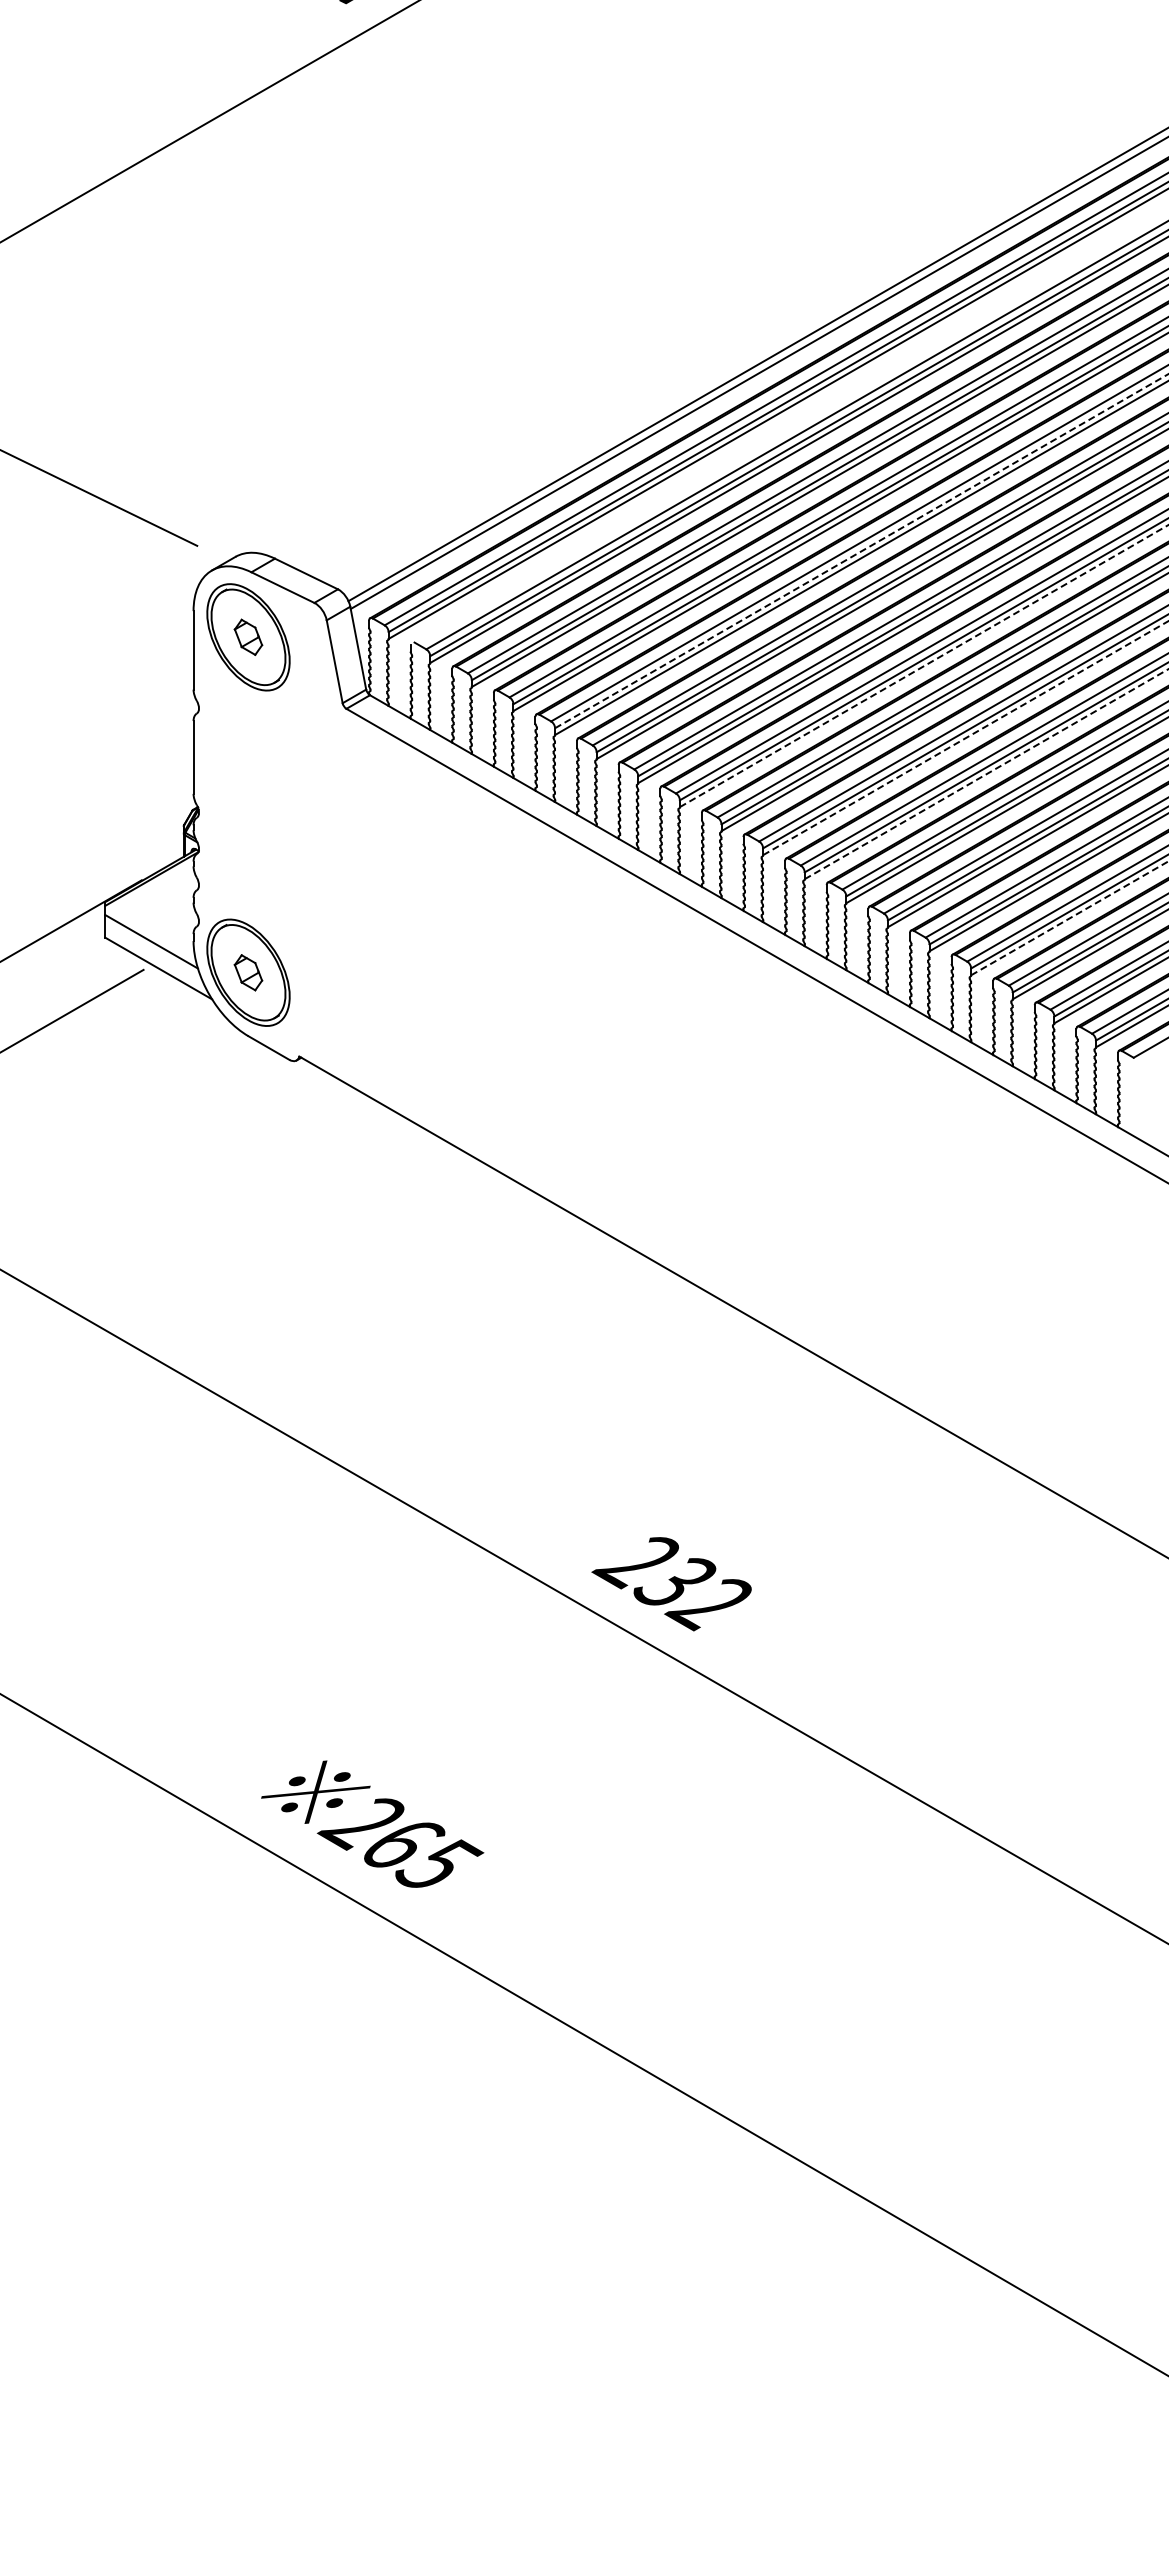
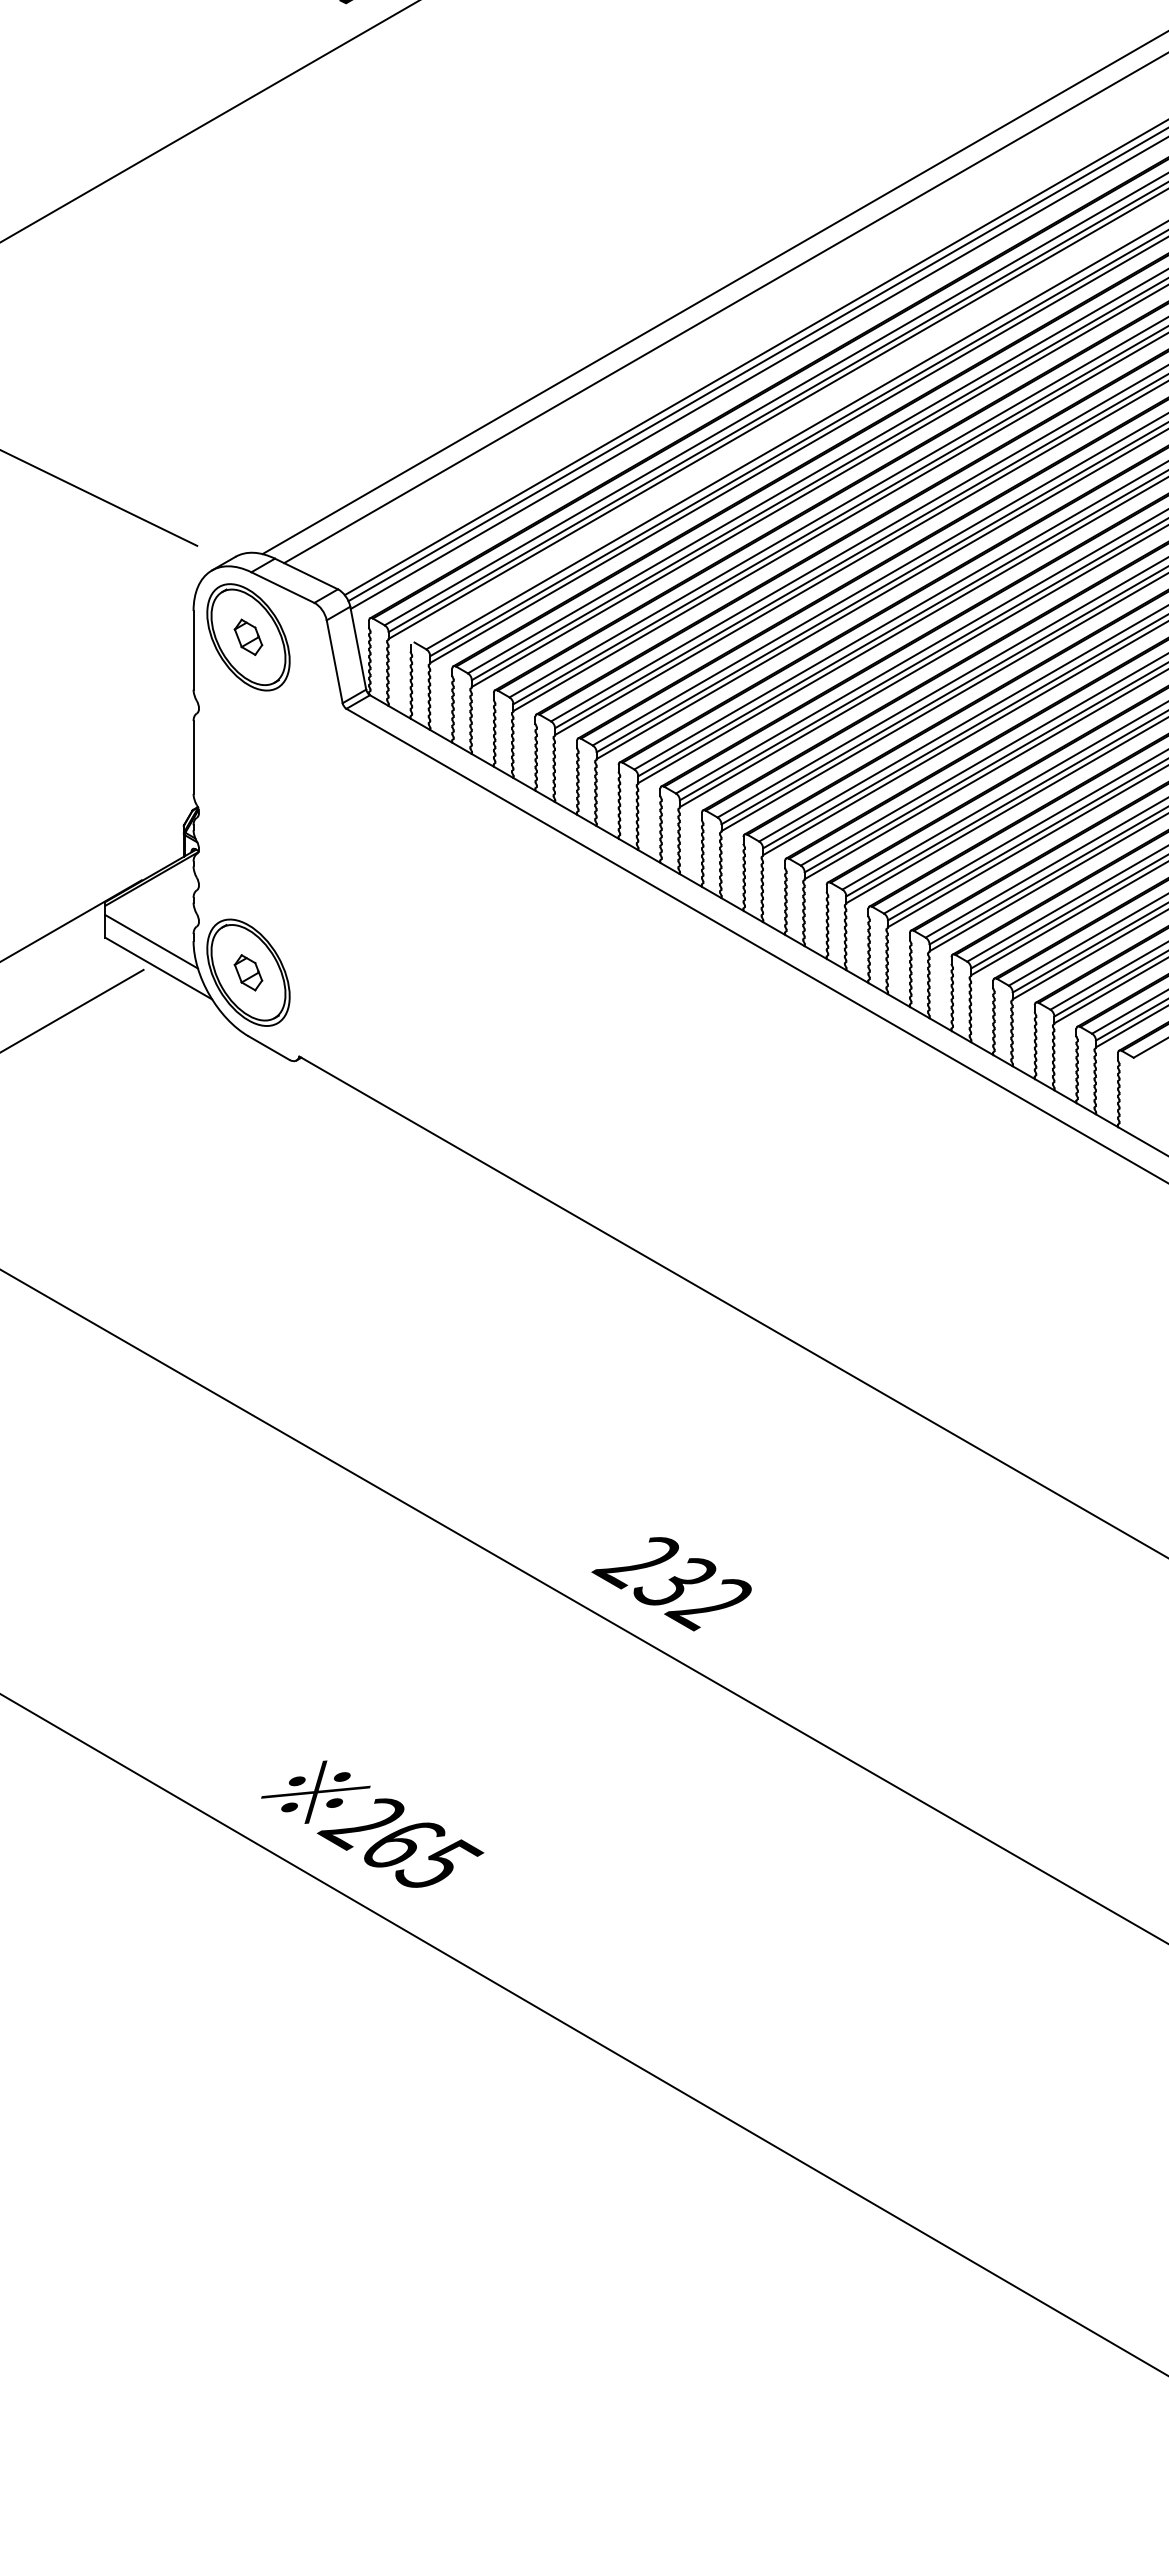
line at (713, 293): none -> present
line at (724, 308): none -> present
line at (754, 358): none -> present
line at (862, 550): dashed -> solid
line at (924, 666): dashed -> solid
line at (965, 738): dashed -> solid
line at (986, 774): dashed -> solid
line at (1069, 918): dashed -> solid
